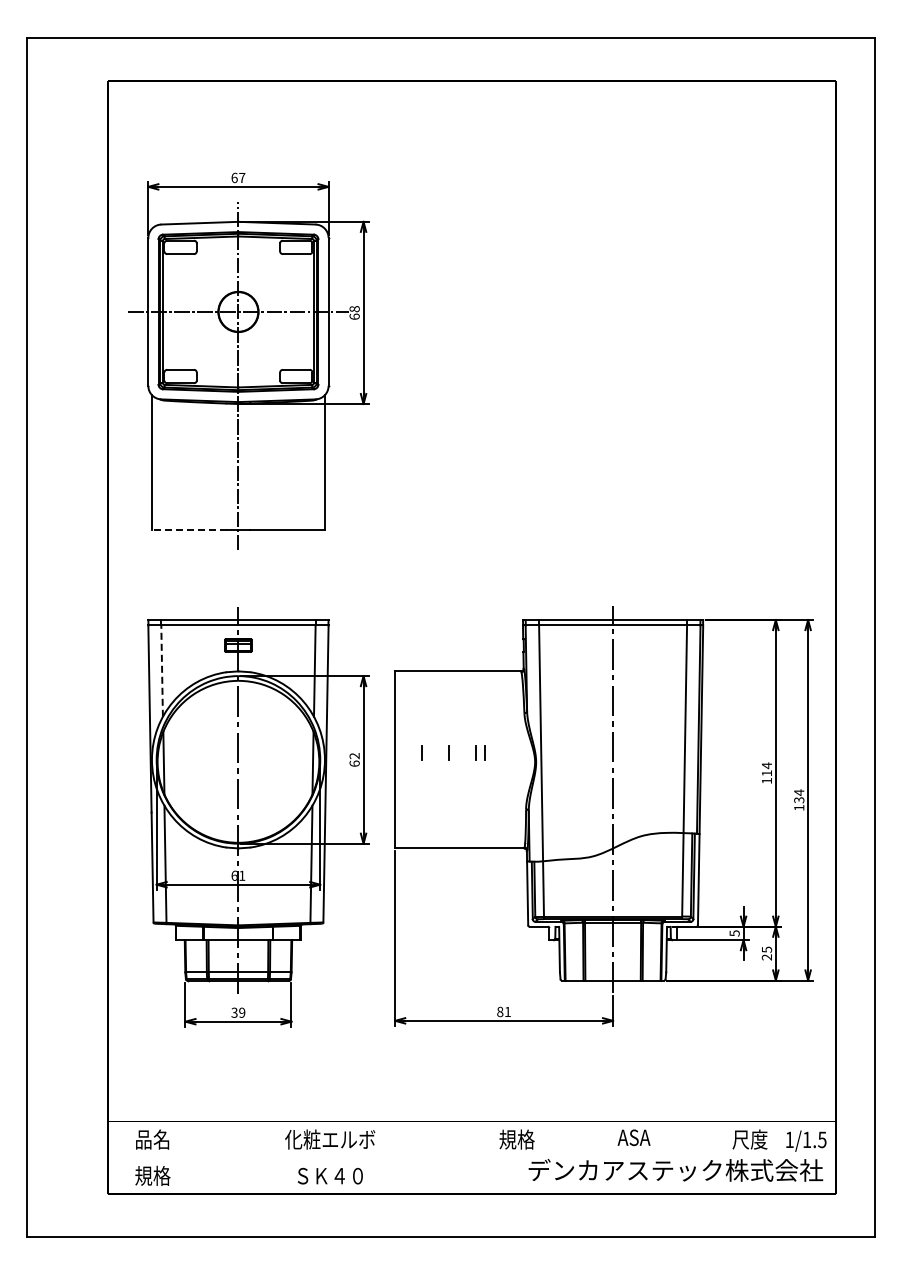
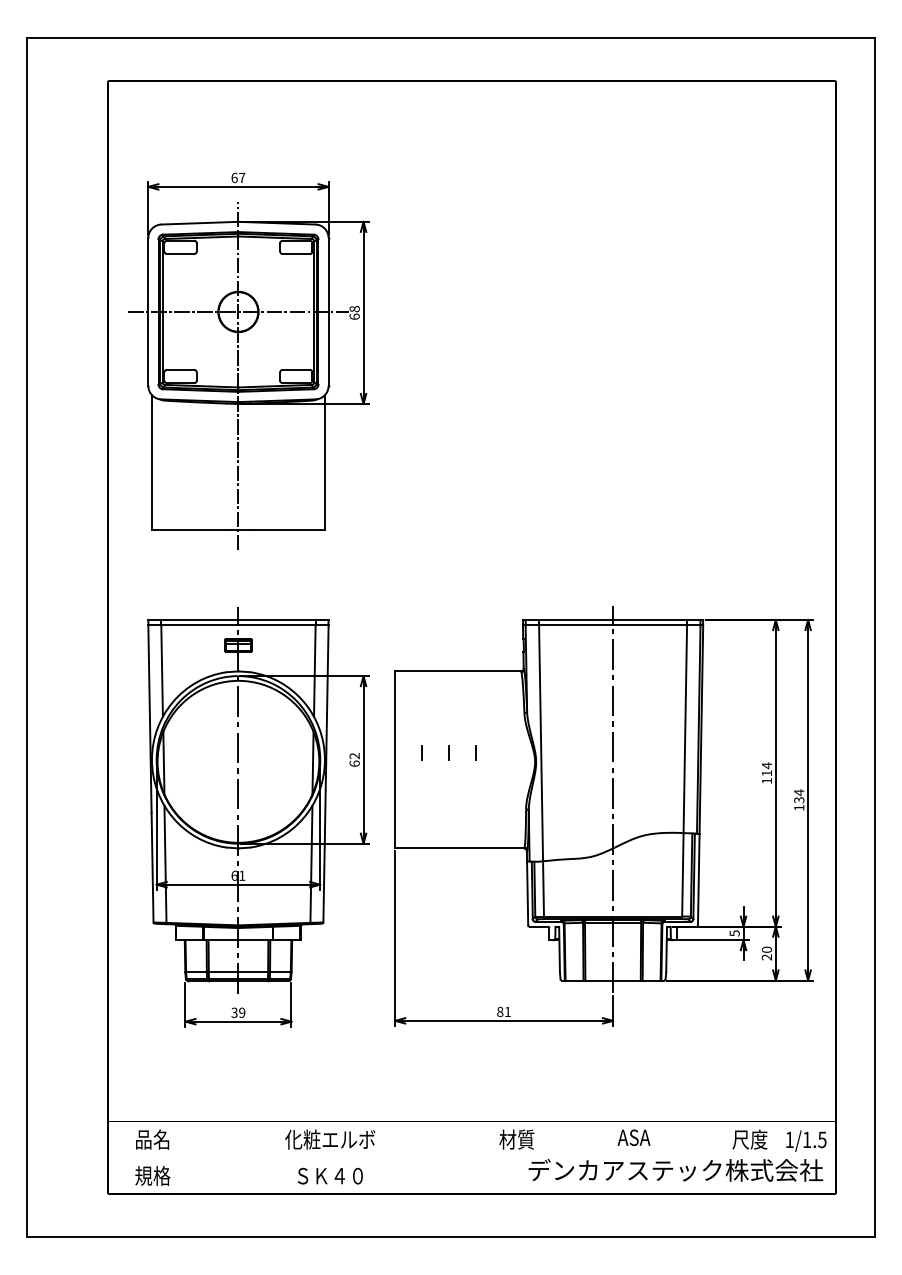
line at (188, 529): dashed -> solid
line at (162, 671): dashed -> solid
line at (484, 752): present -> none
text at (766, 949): 25 -> 20
text at (516, 1139): 規格 -> 材質
